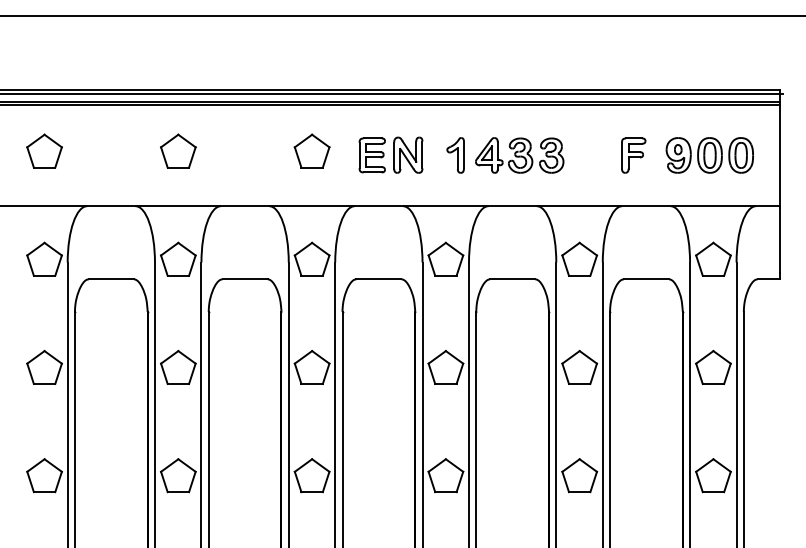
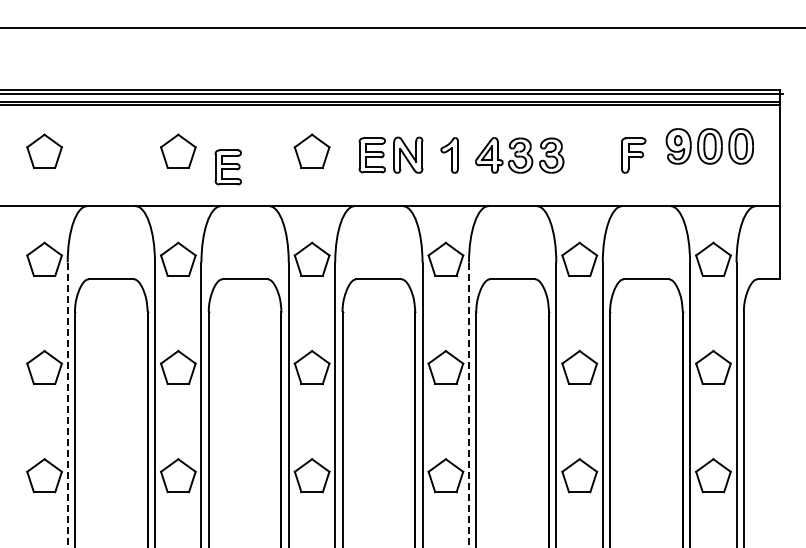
line at (402, 16) position: (402, 16) -> (402, 28)
part at (455, 155) position: (455, 155) -> (449, 155)
part at (709, 155) position: (709, 155) -> (709, 146)
part at (227, 167): none -> present
line at (67, 405): solid -> dashed
line at (469, 405): solid -> dashed
